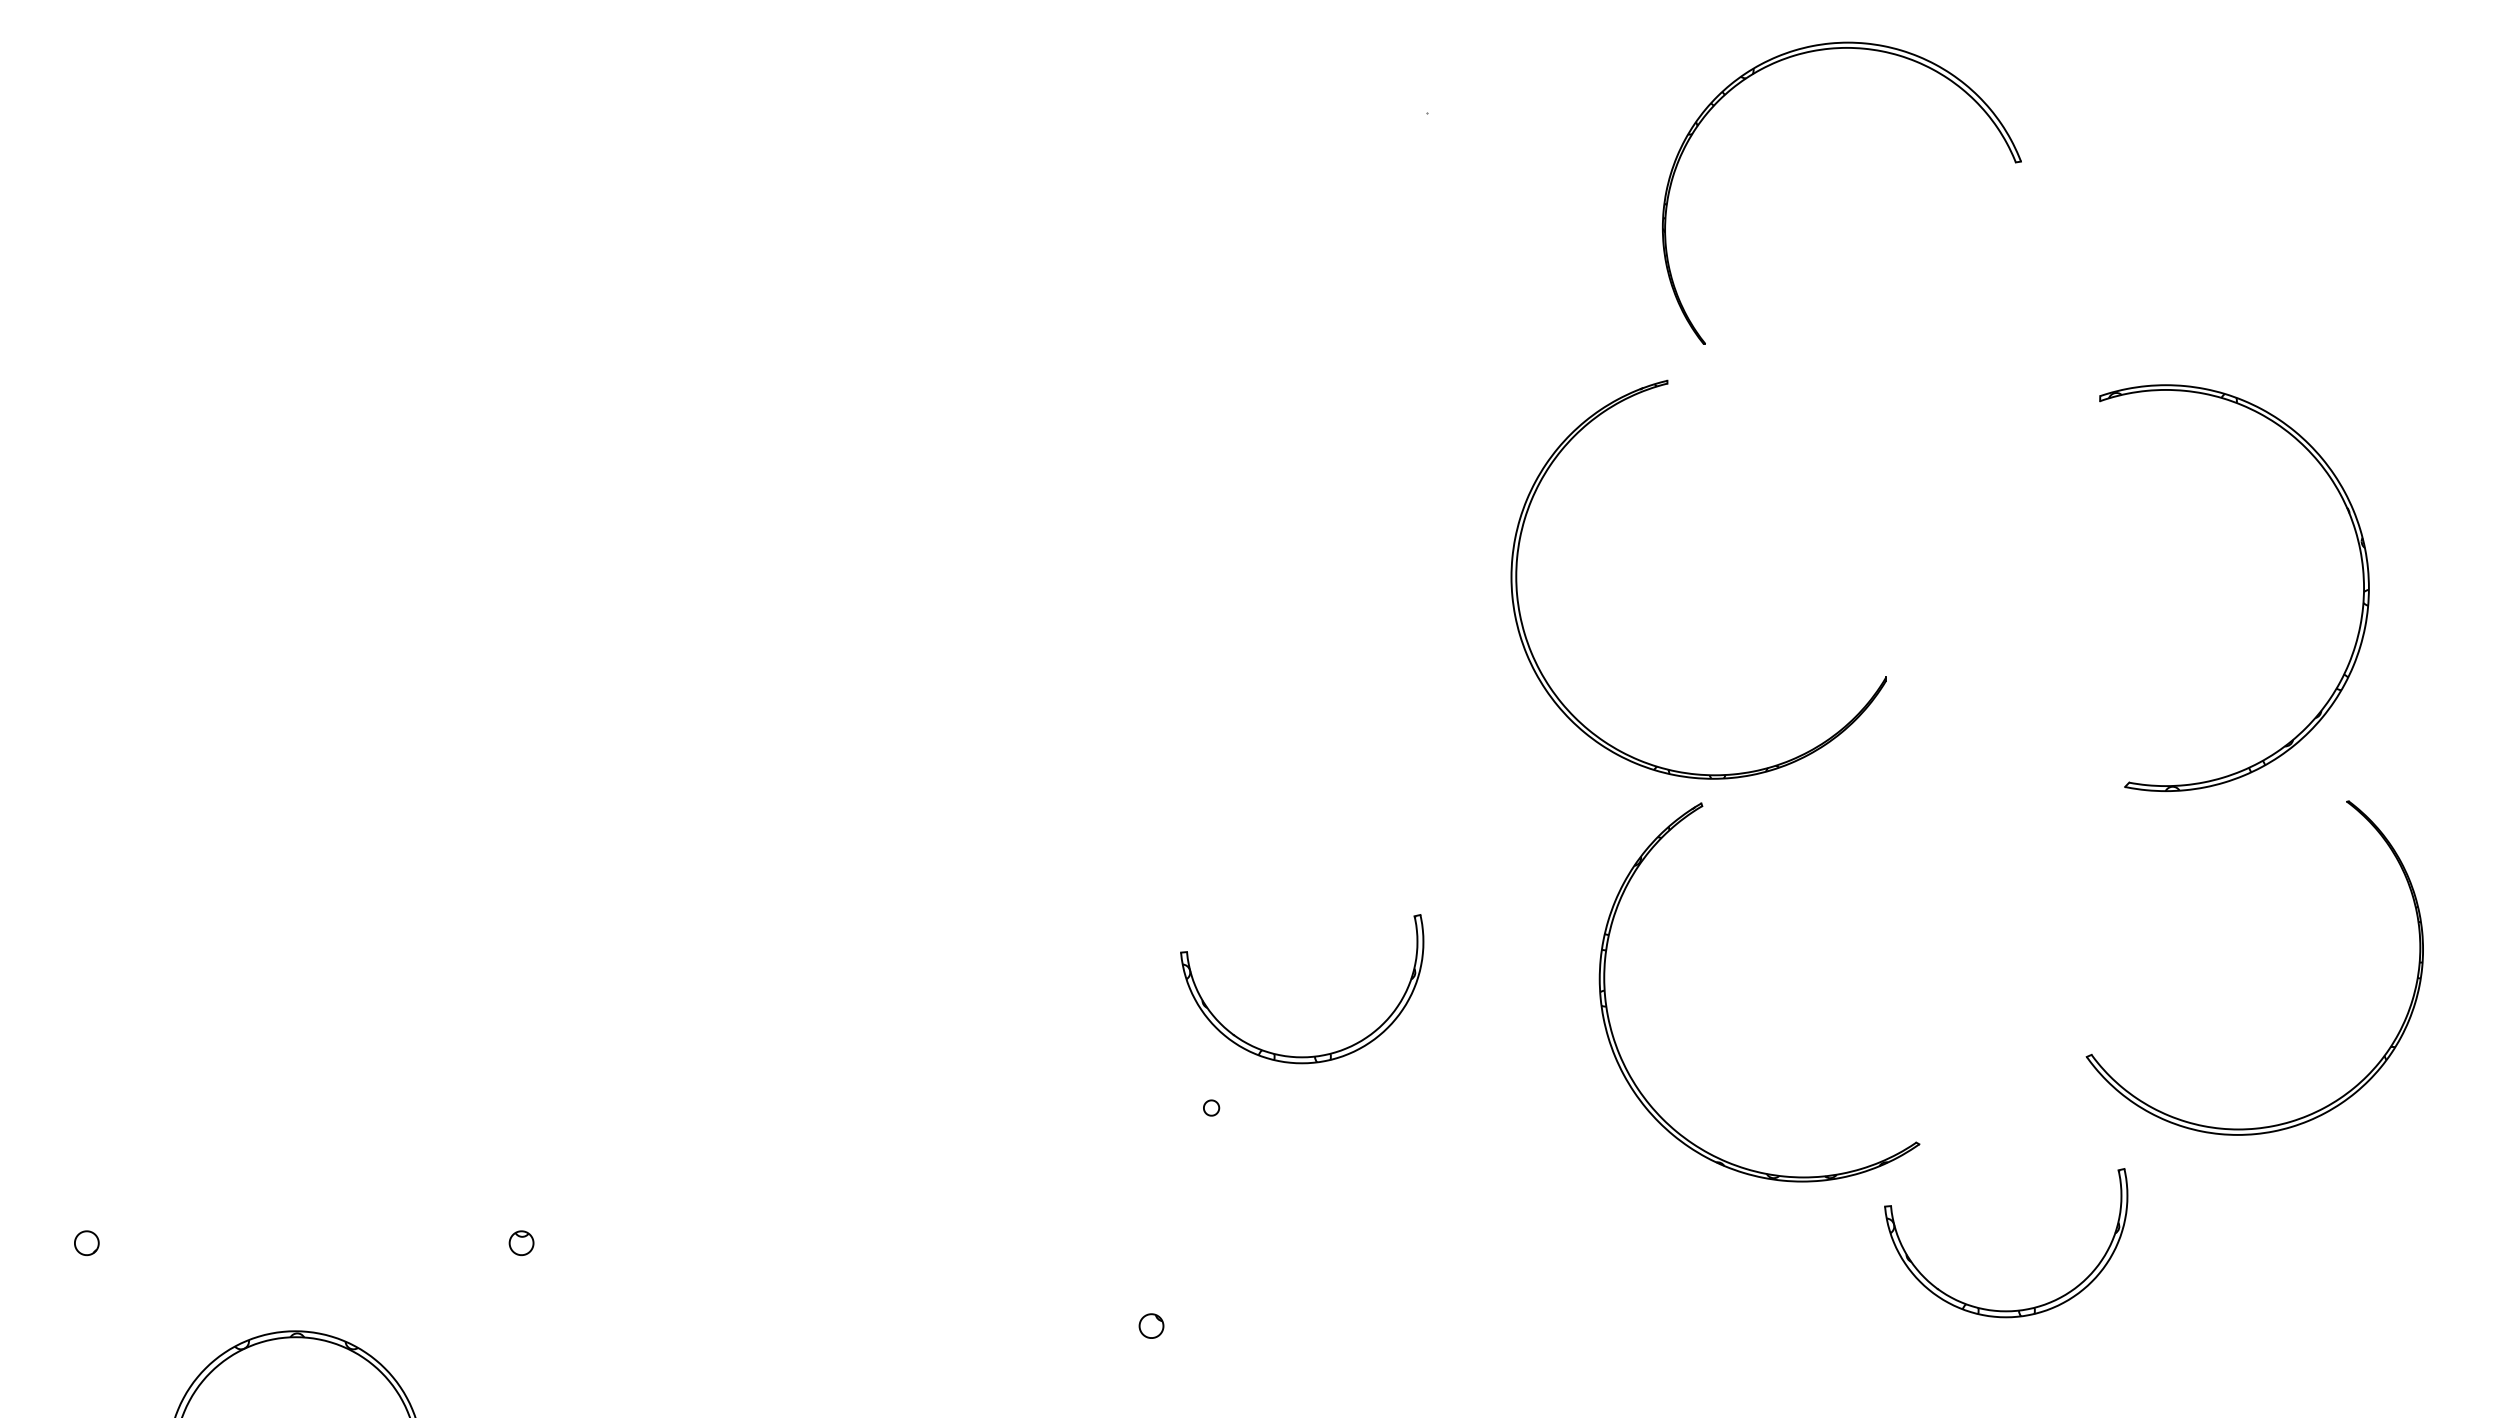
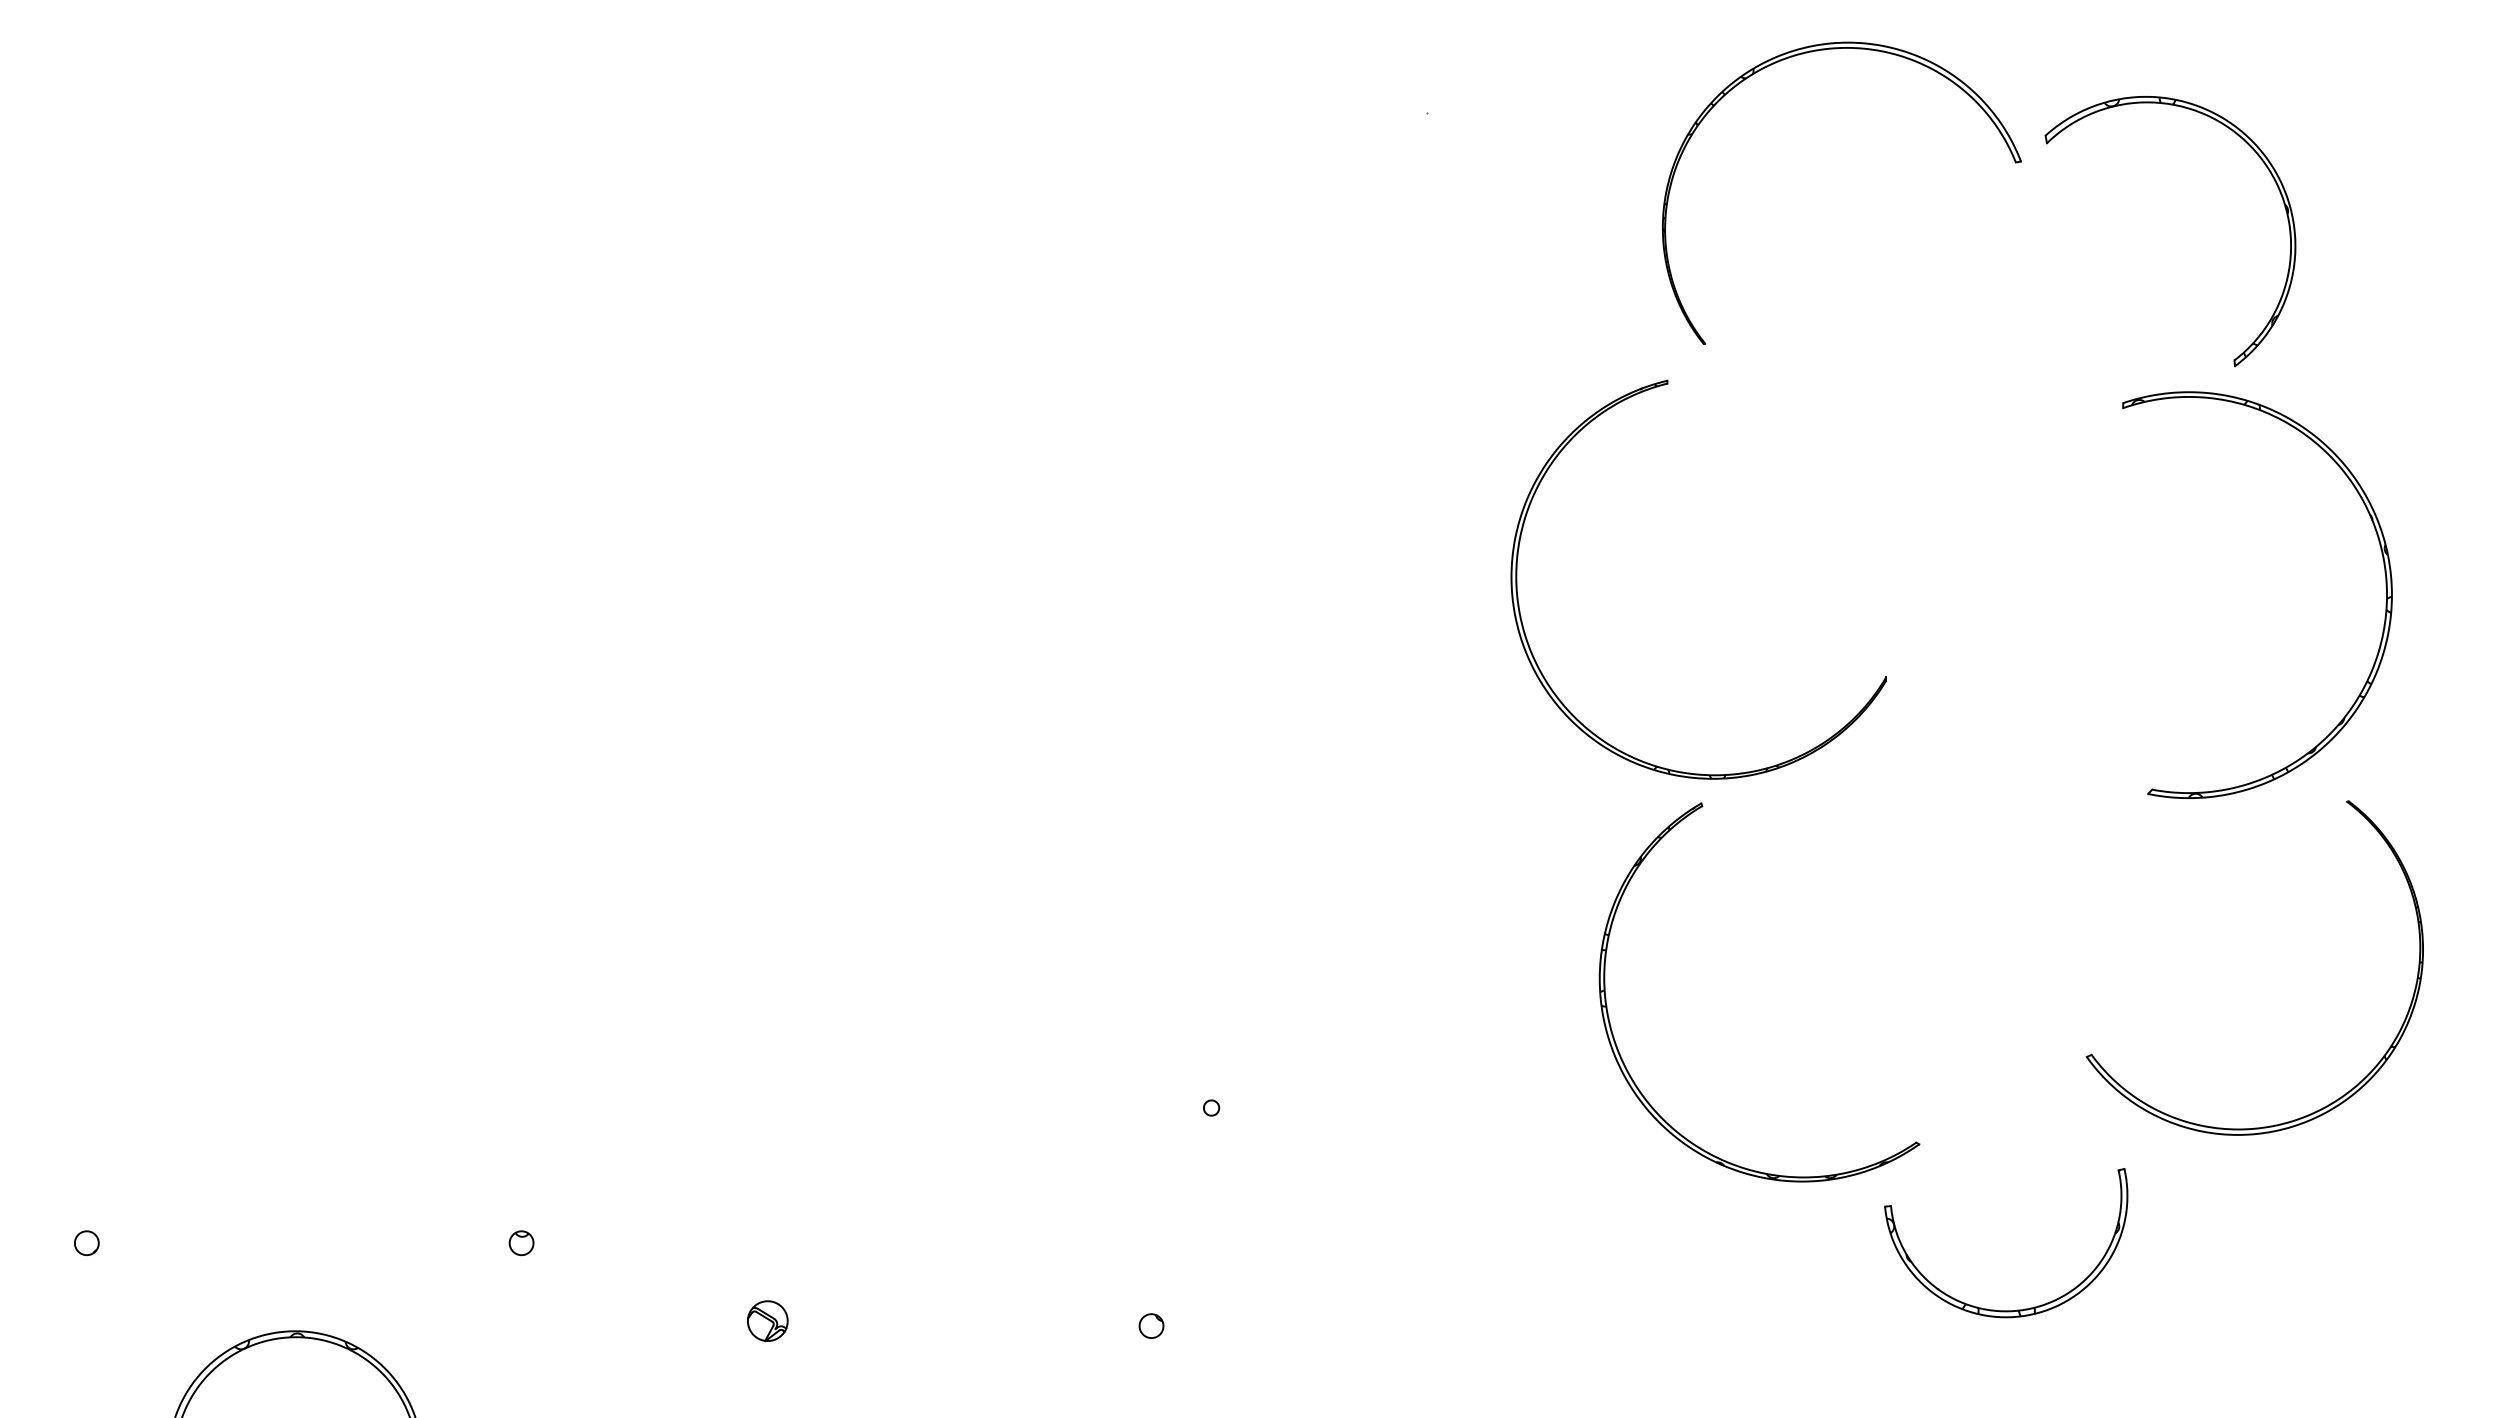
part at (2270, 174): none -> present
part at (2362, 579) position: (2362, 579) -> (2385, 586)
part at (1313, 1055): present -> none
part at (767, 1320): none -> present
